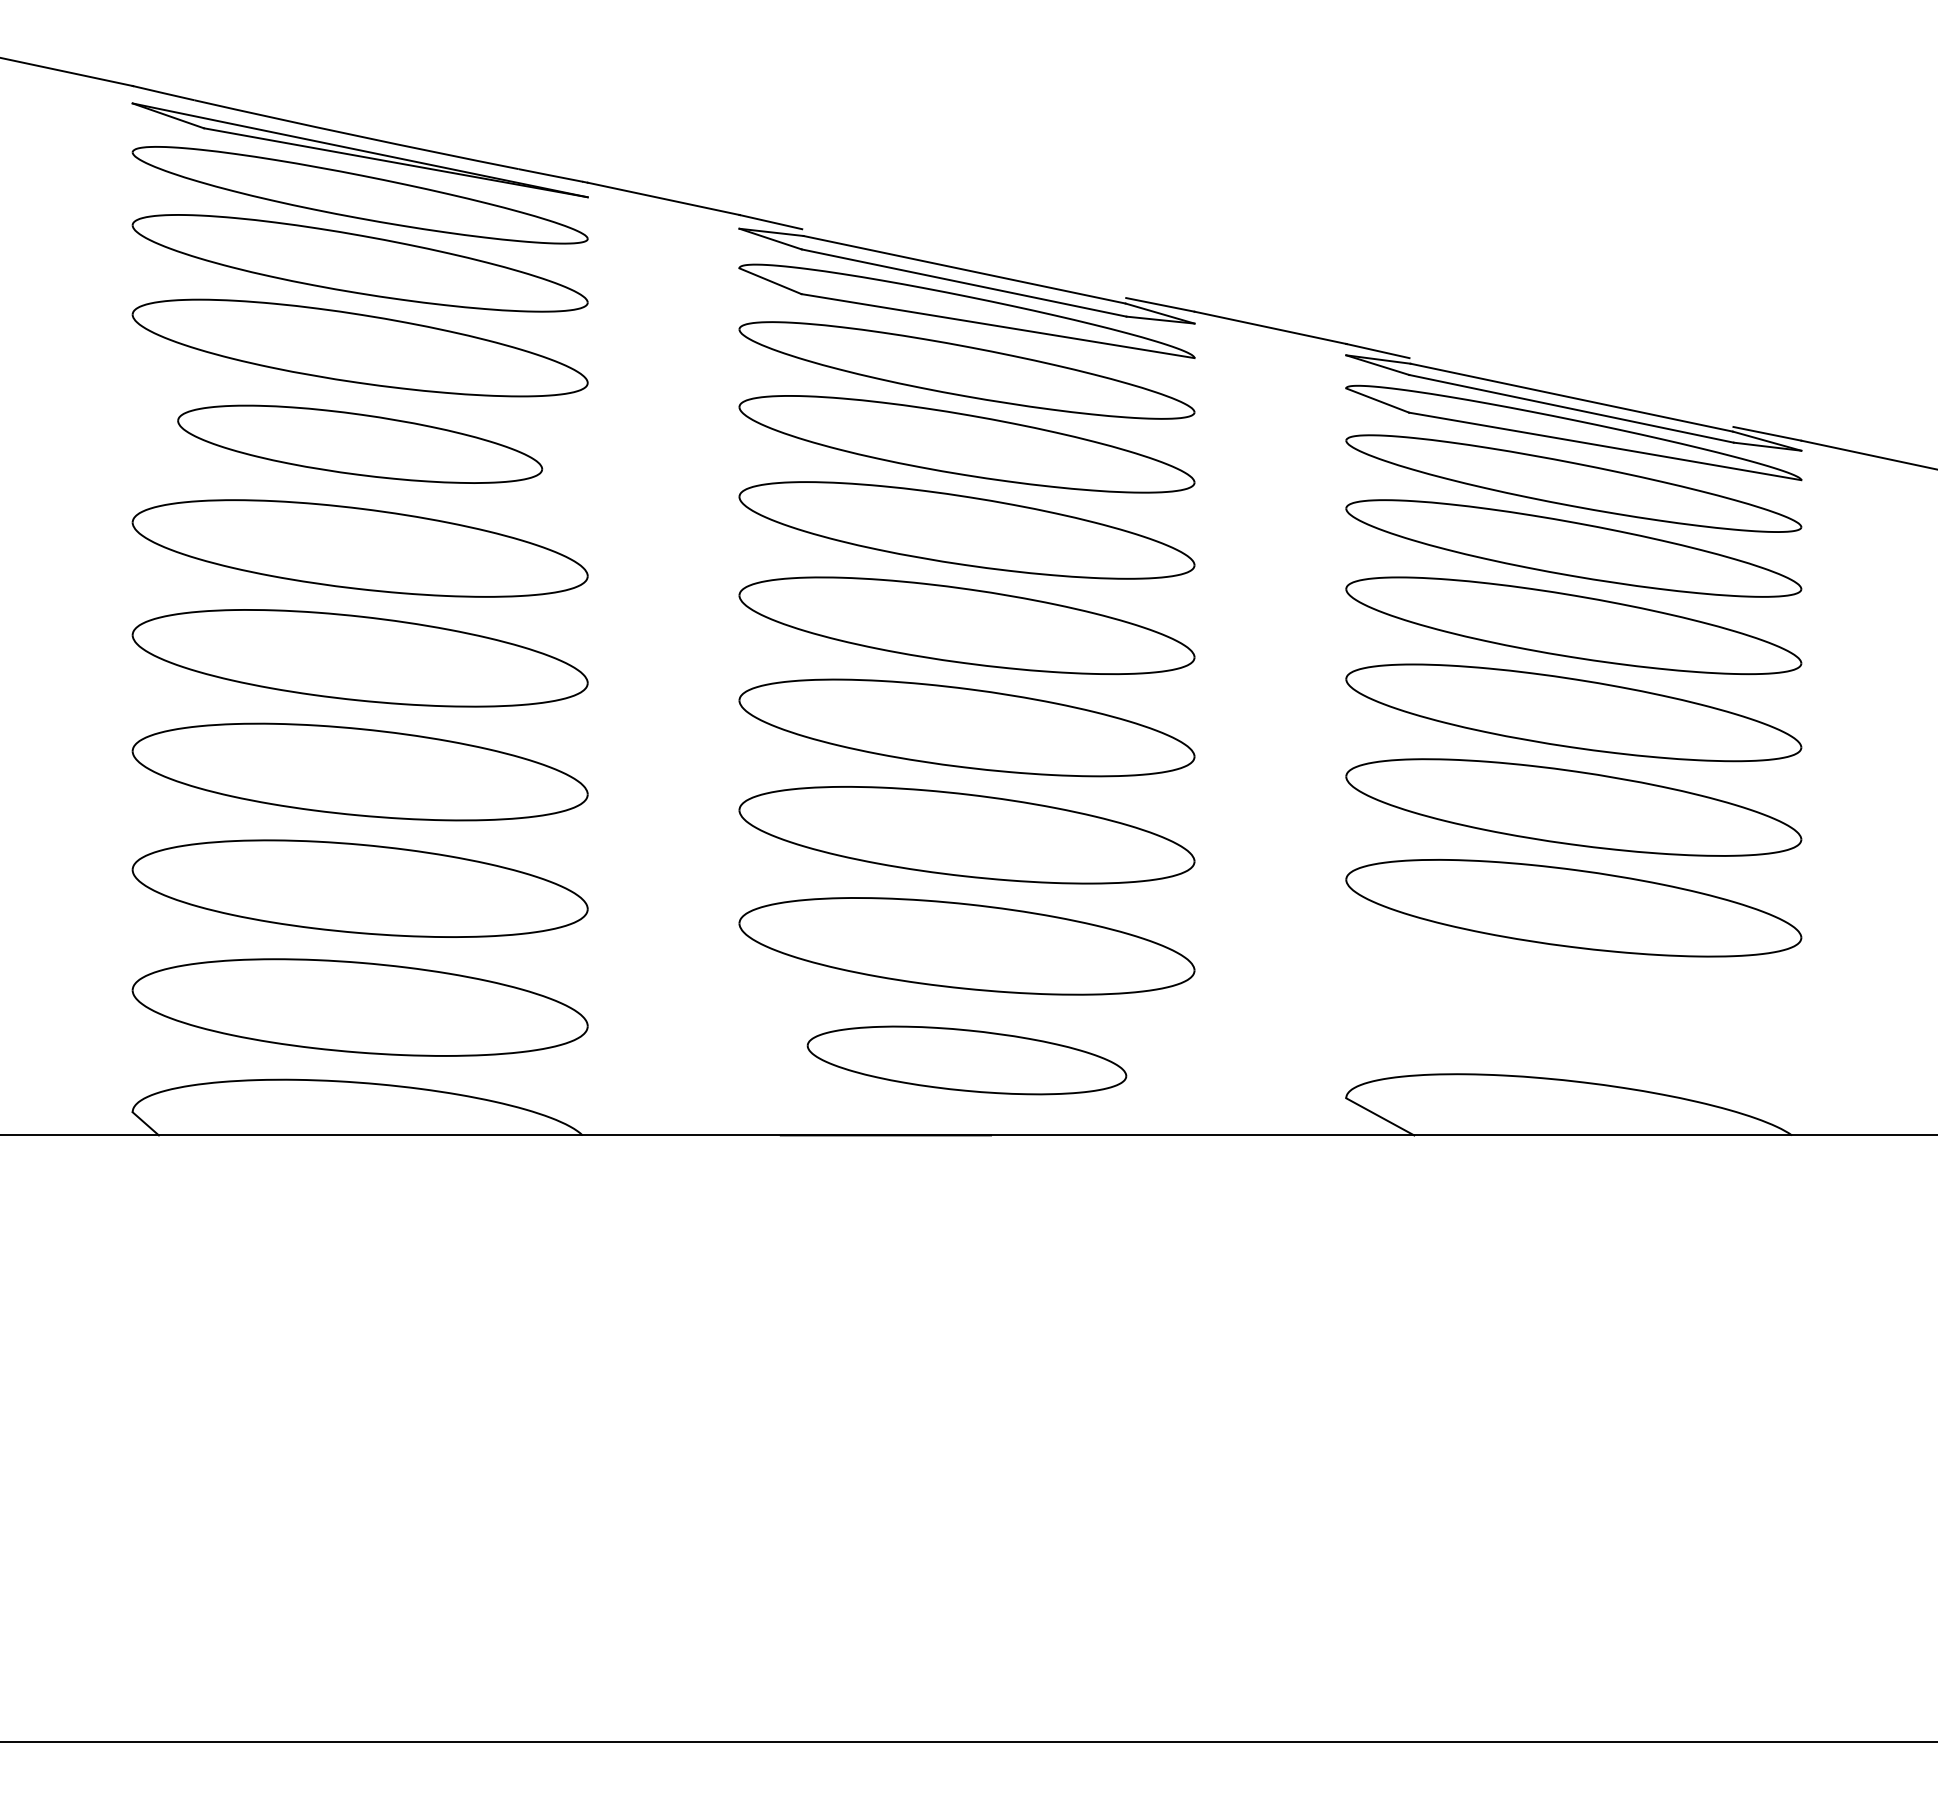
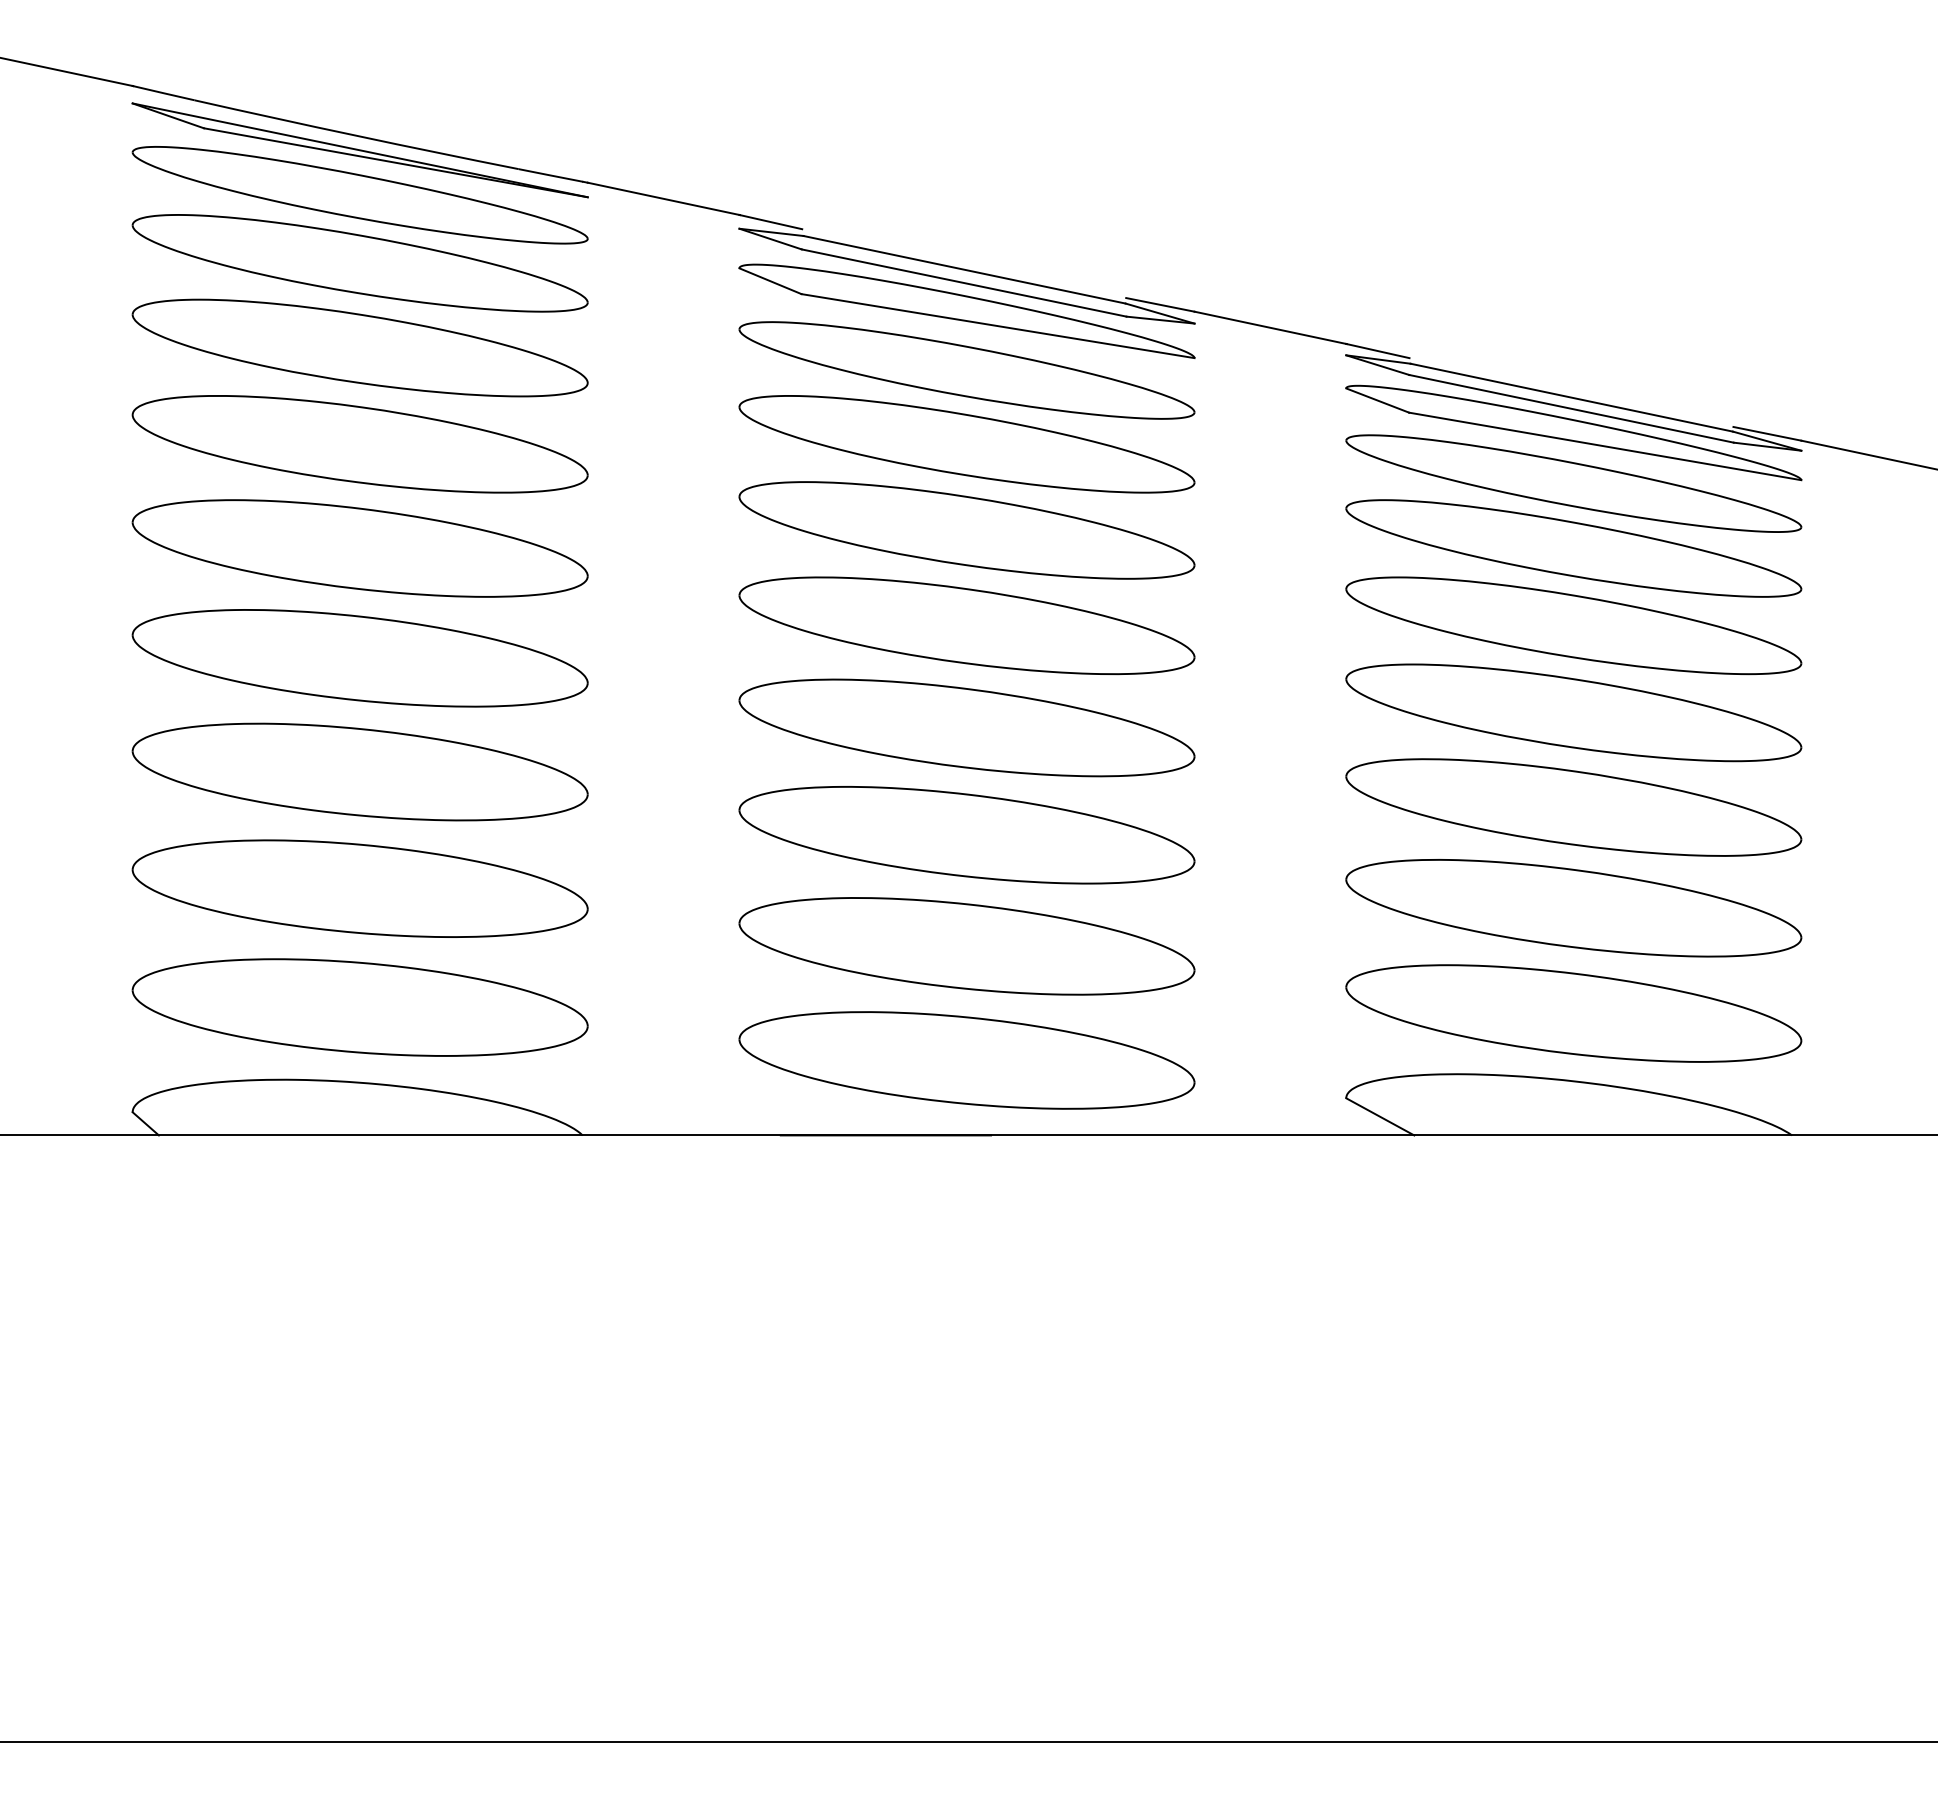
part at (360, 443) size: 367x80 px -> 458x99 px
part at (1573, 1013): none -> present
part at (966, 1060) size: 322x71 px -> 458x99 px
